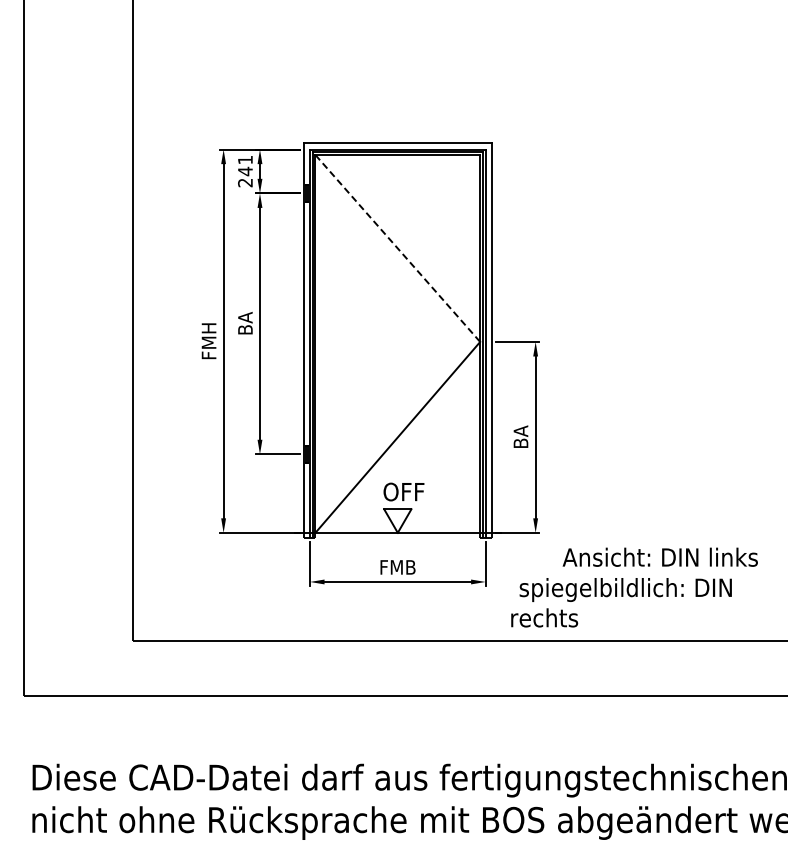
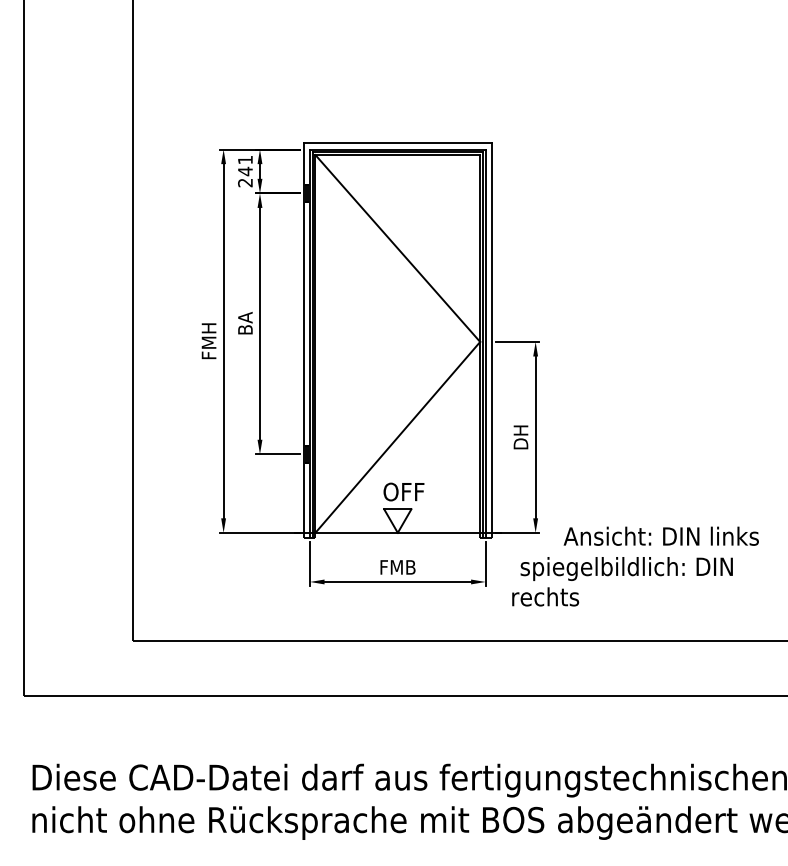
line at (397, 248): dashed -> solid
text at (520, 437): BA -> DH
text at (634, 587) position: (634, 587) -> (635, 566)
